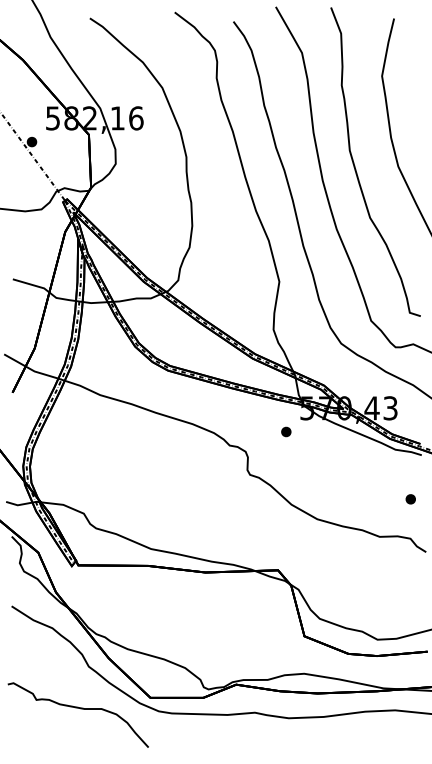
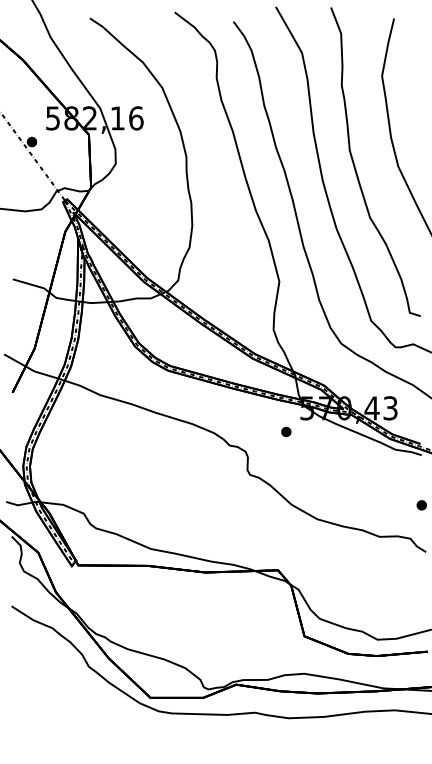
part at (410, 499) position: (410, 499) -> (421, 505)
curve at (80, 709): present -> none
